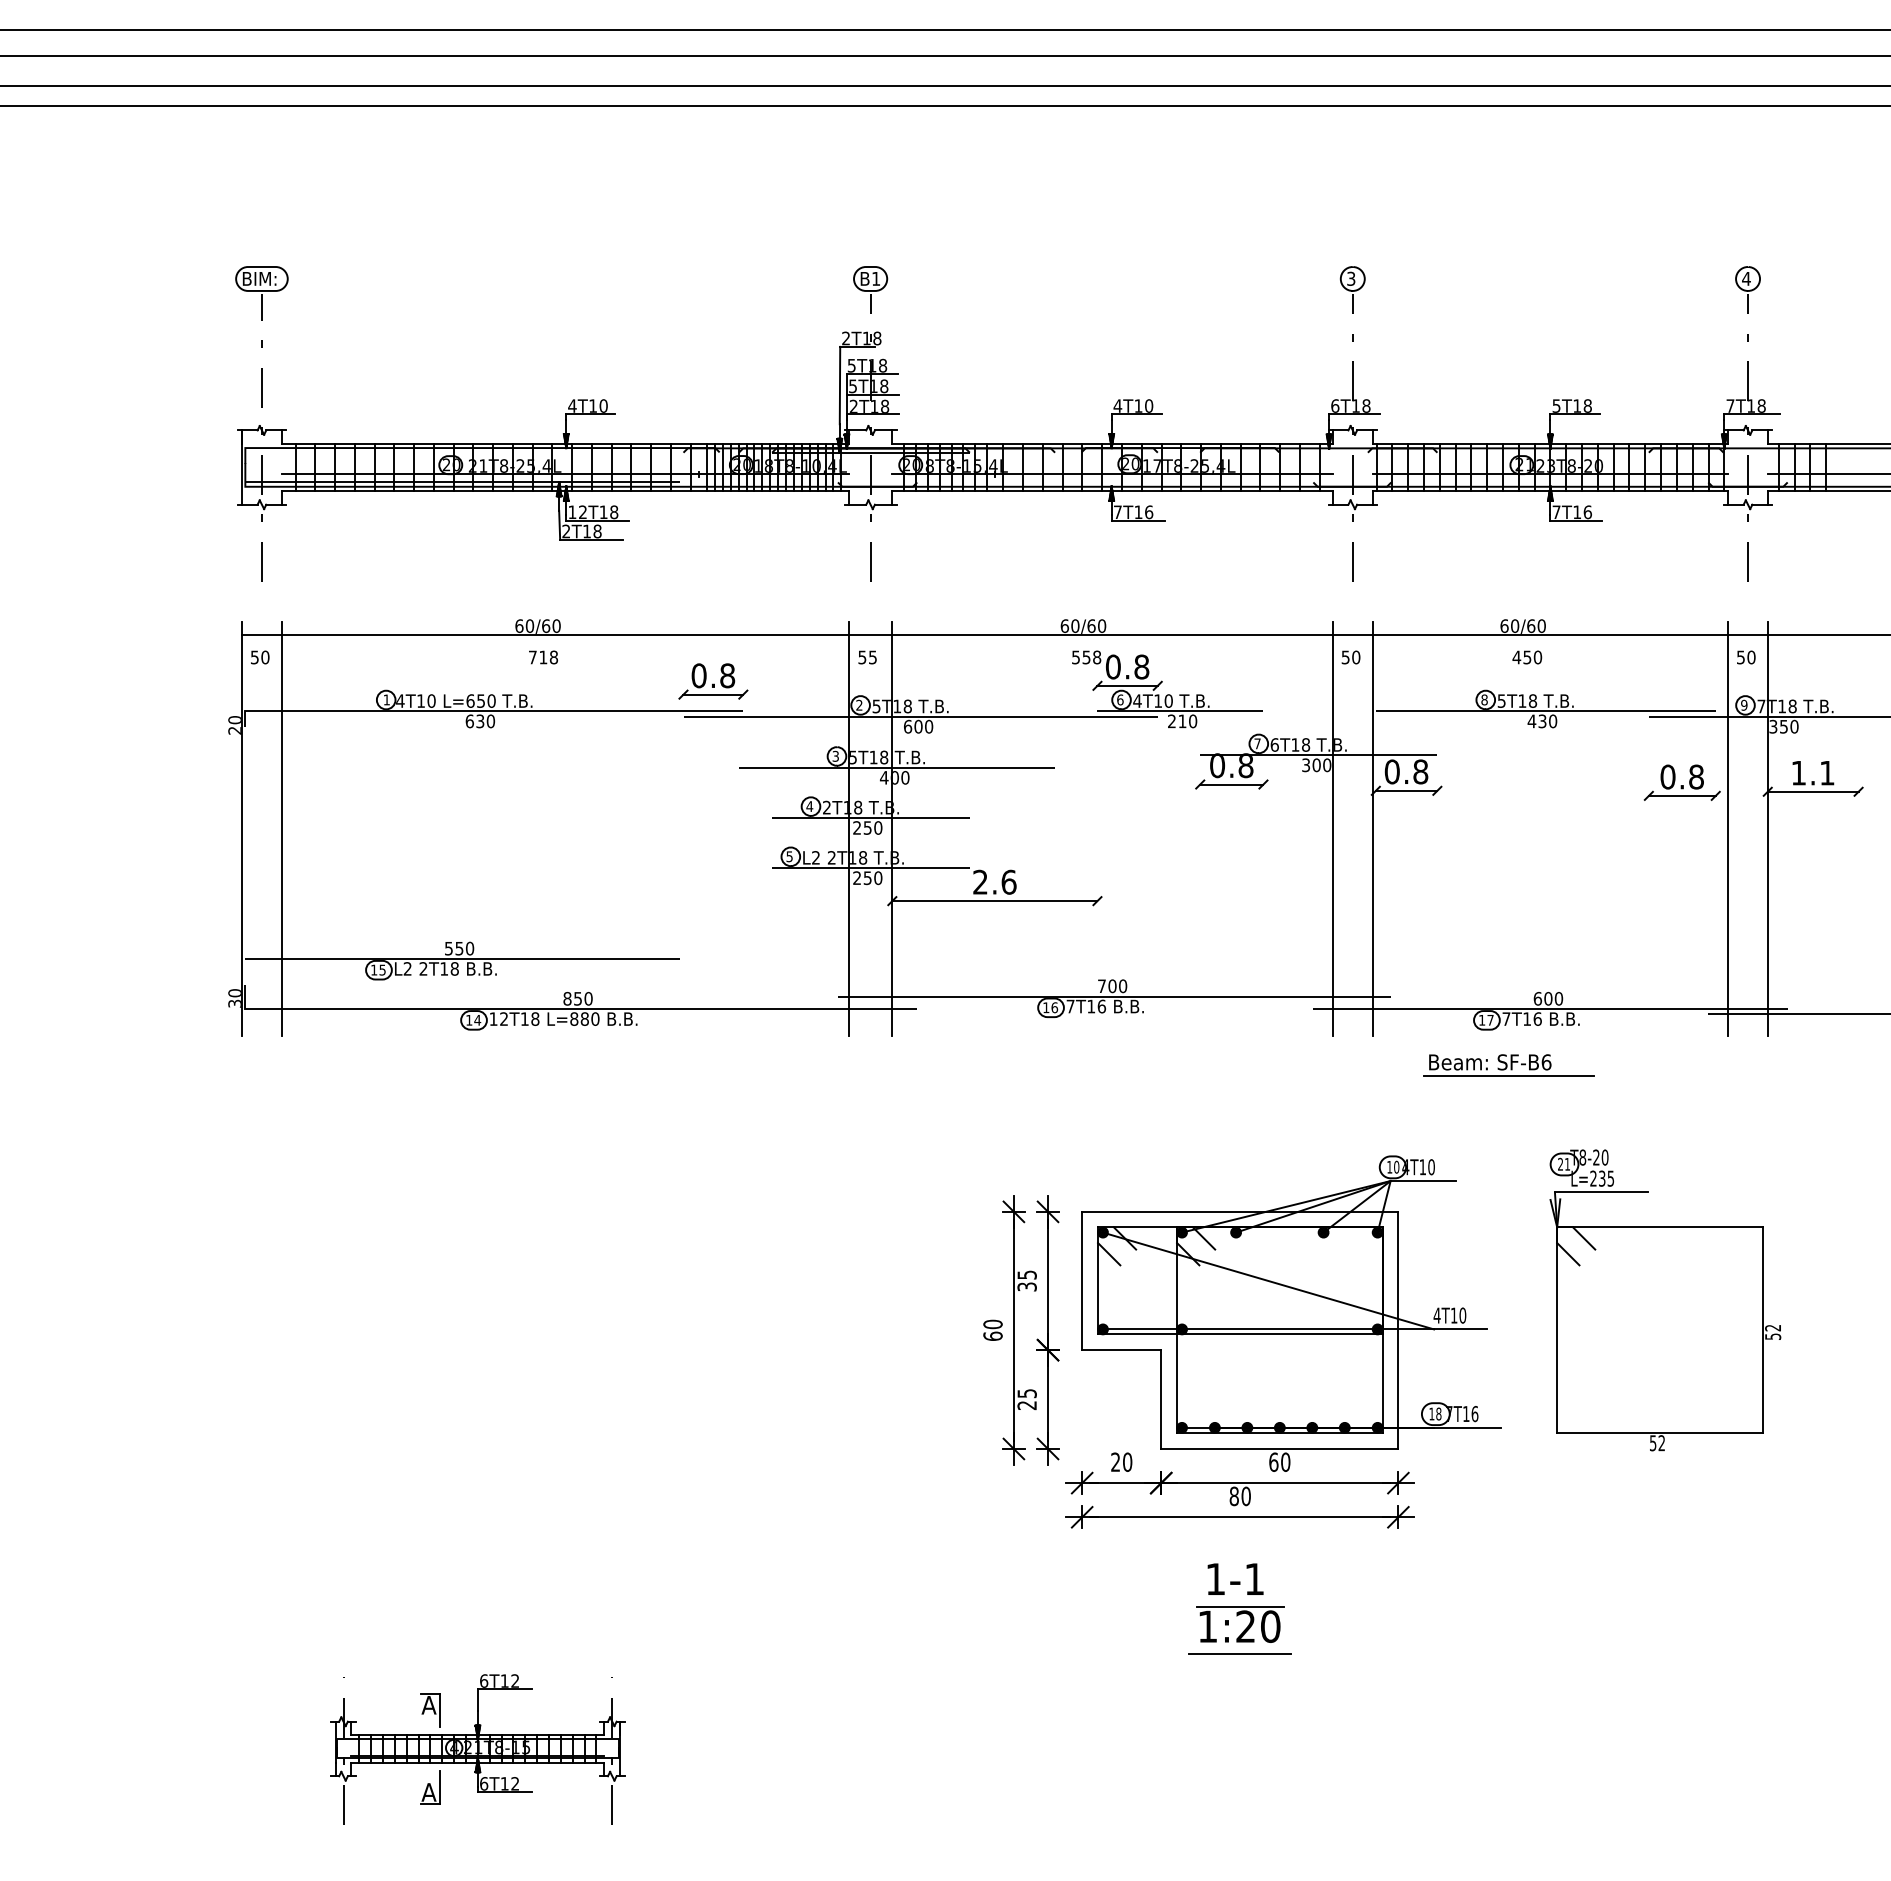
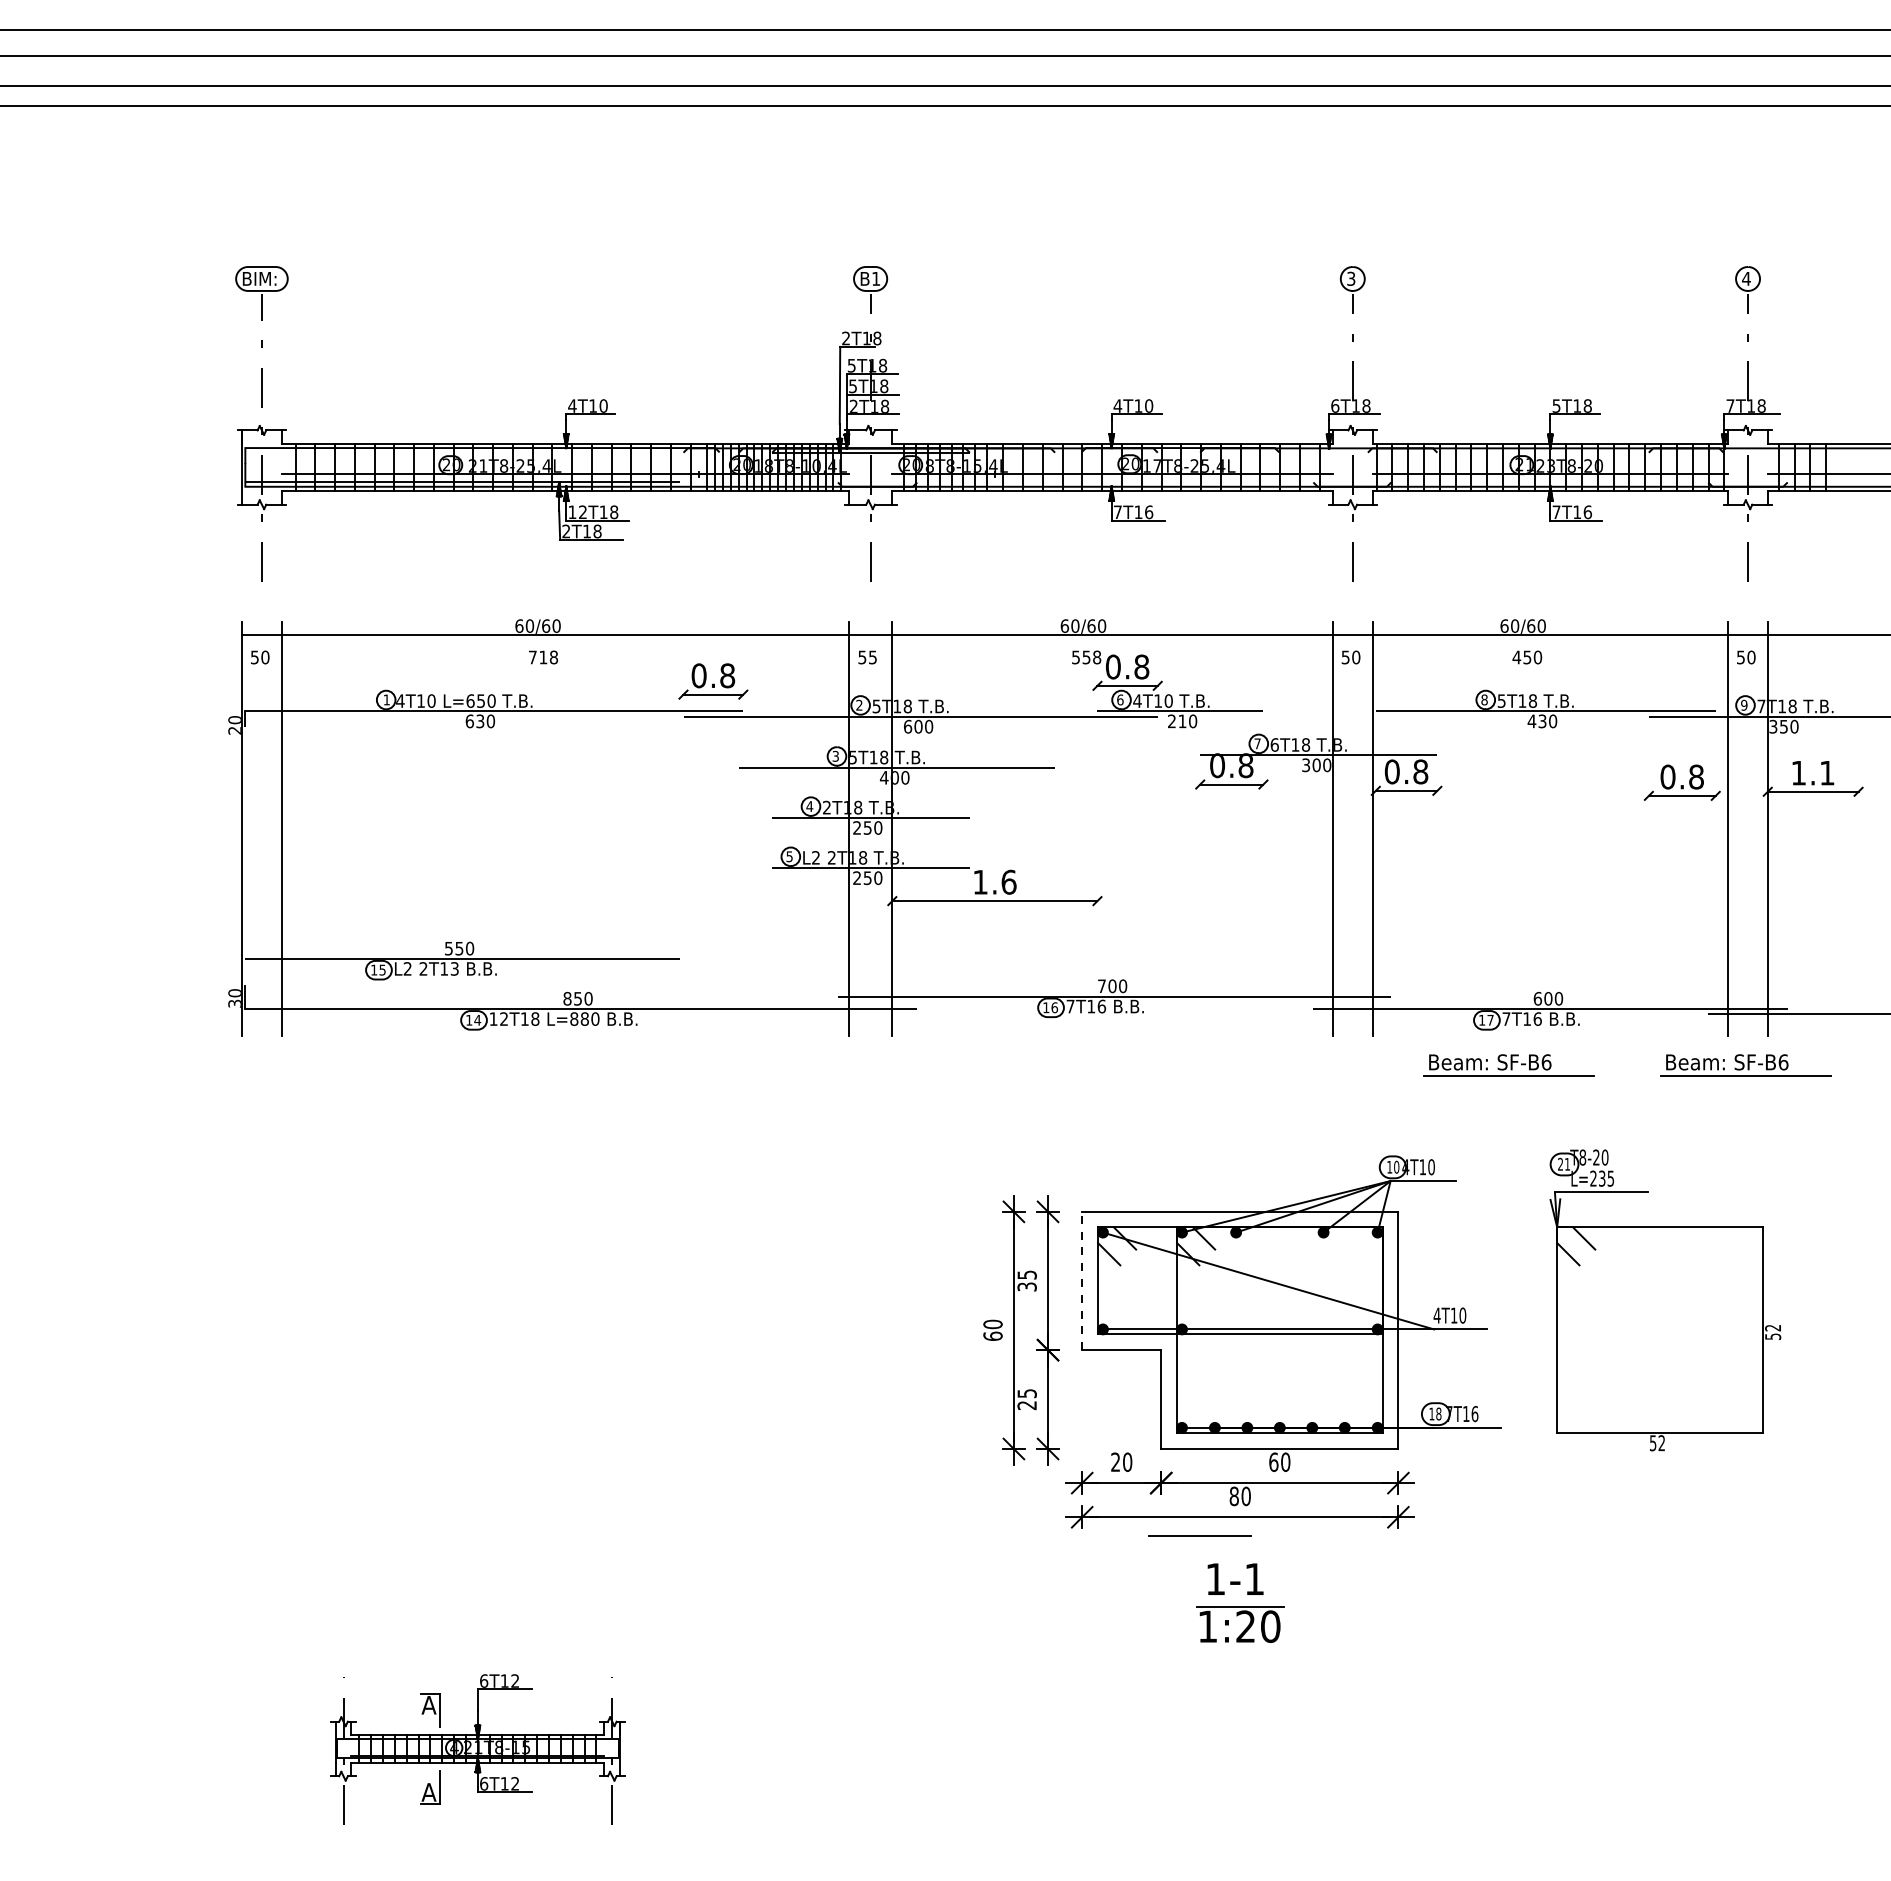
text at (980, 881): 2.6 -> 1.6
text at (454, 968): 2T18 -> 2T13
part at (1745, 1065): none -> present
line at (1082, 1280): solid -> dashed
line at (1239, 1653) position: (1239, 1653) -> (1199, 1535)
